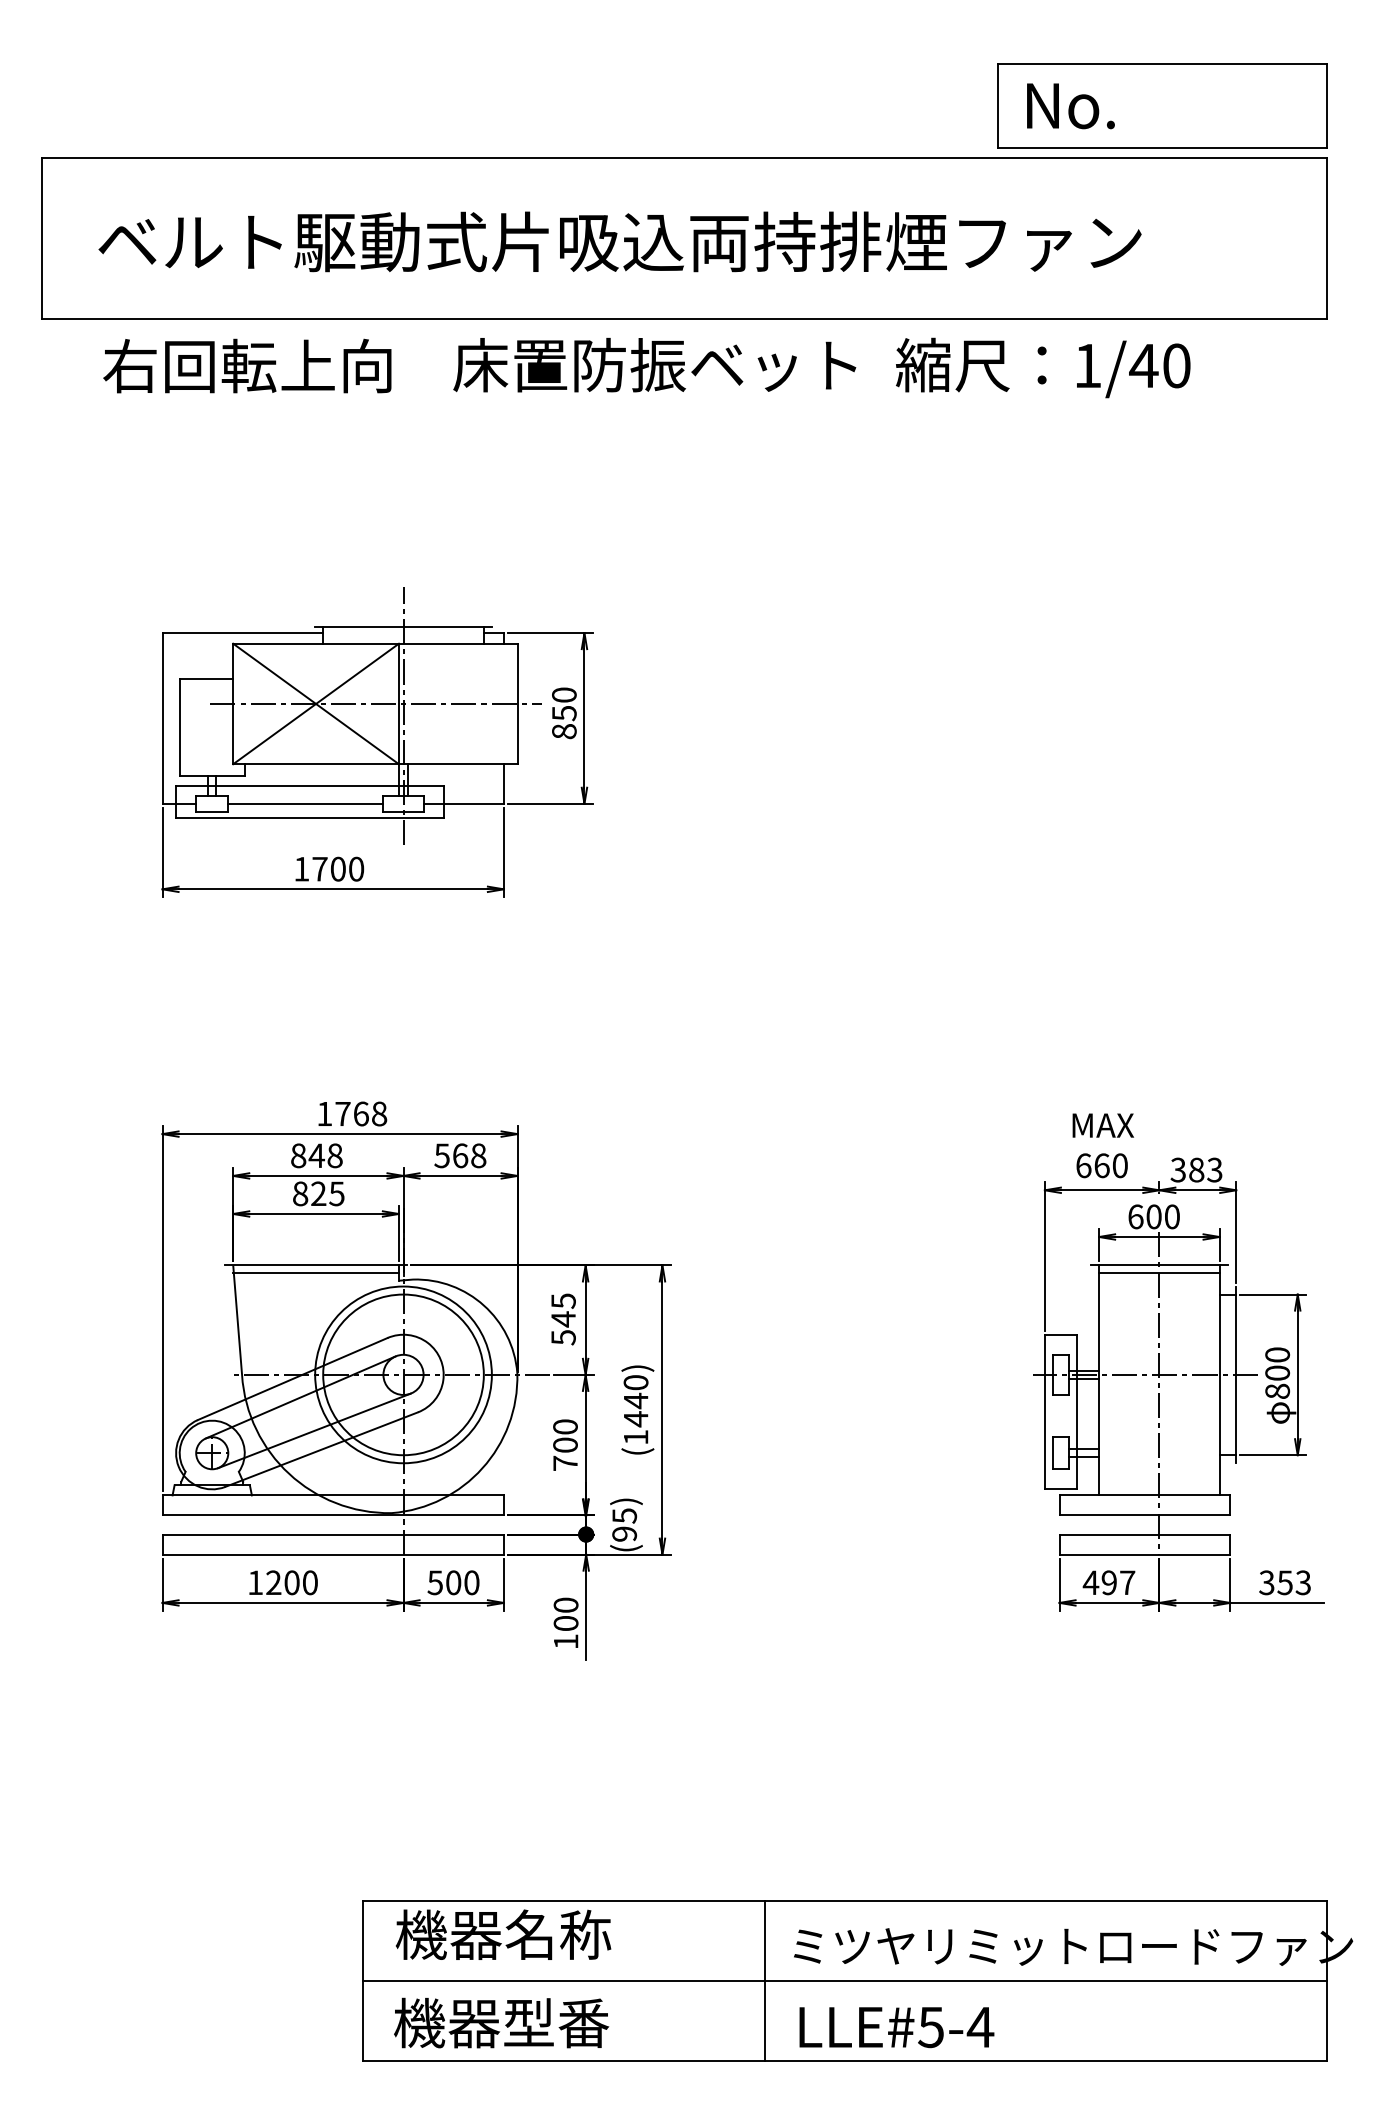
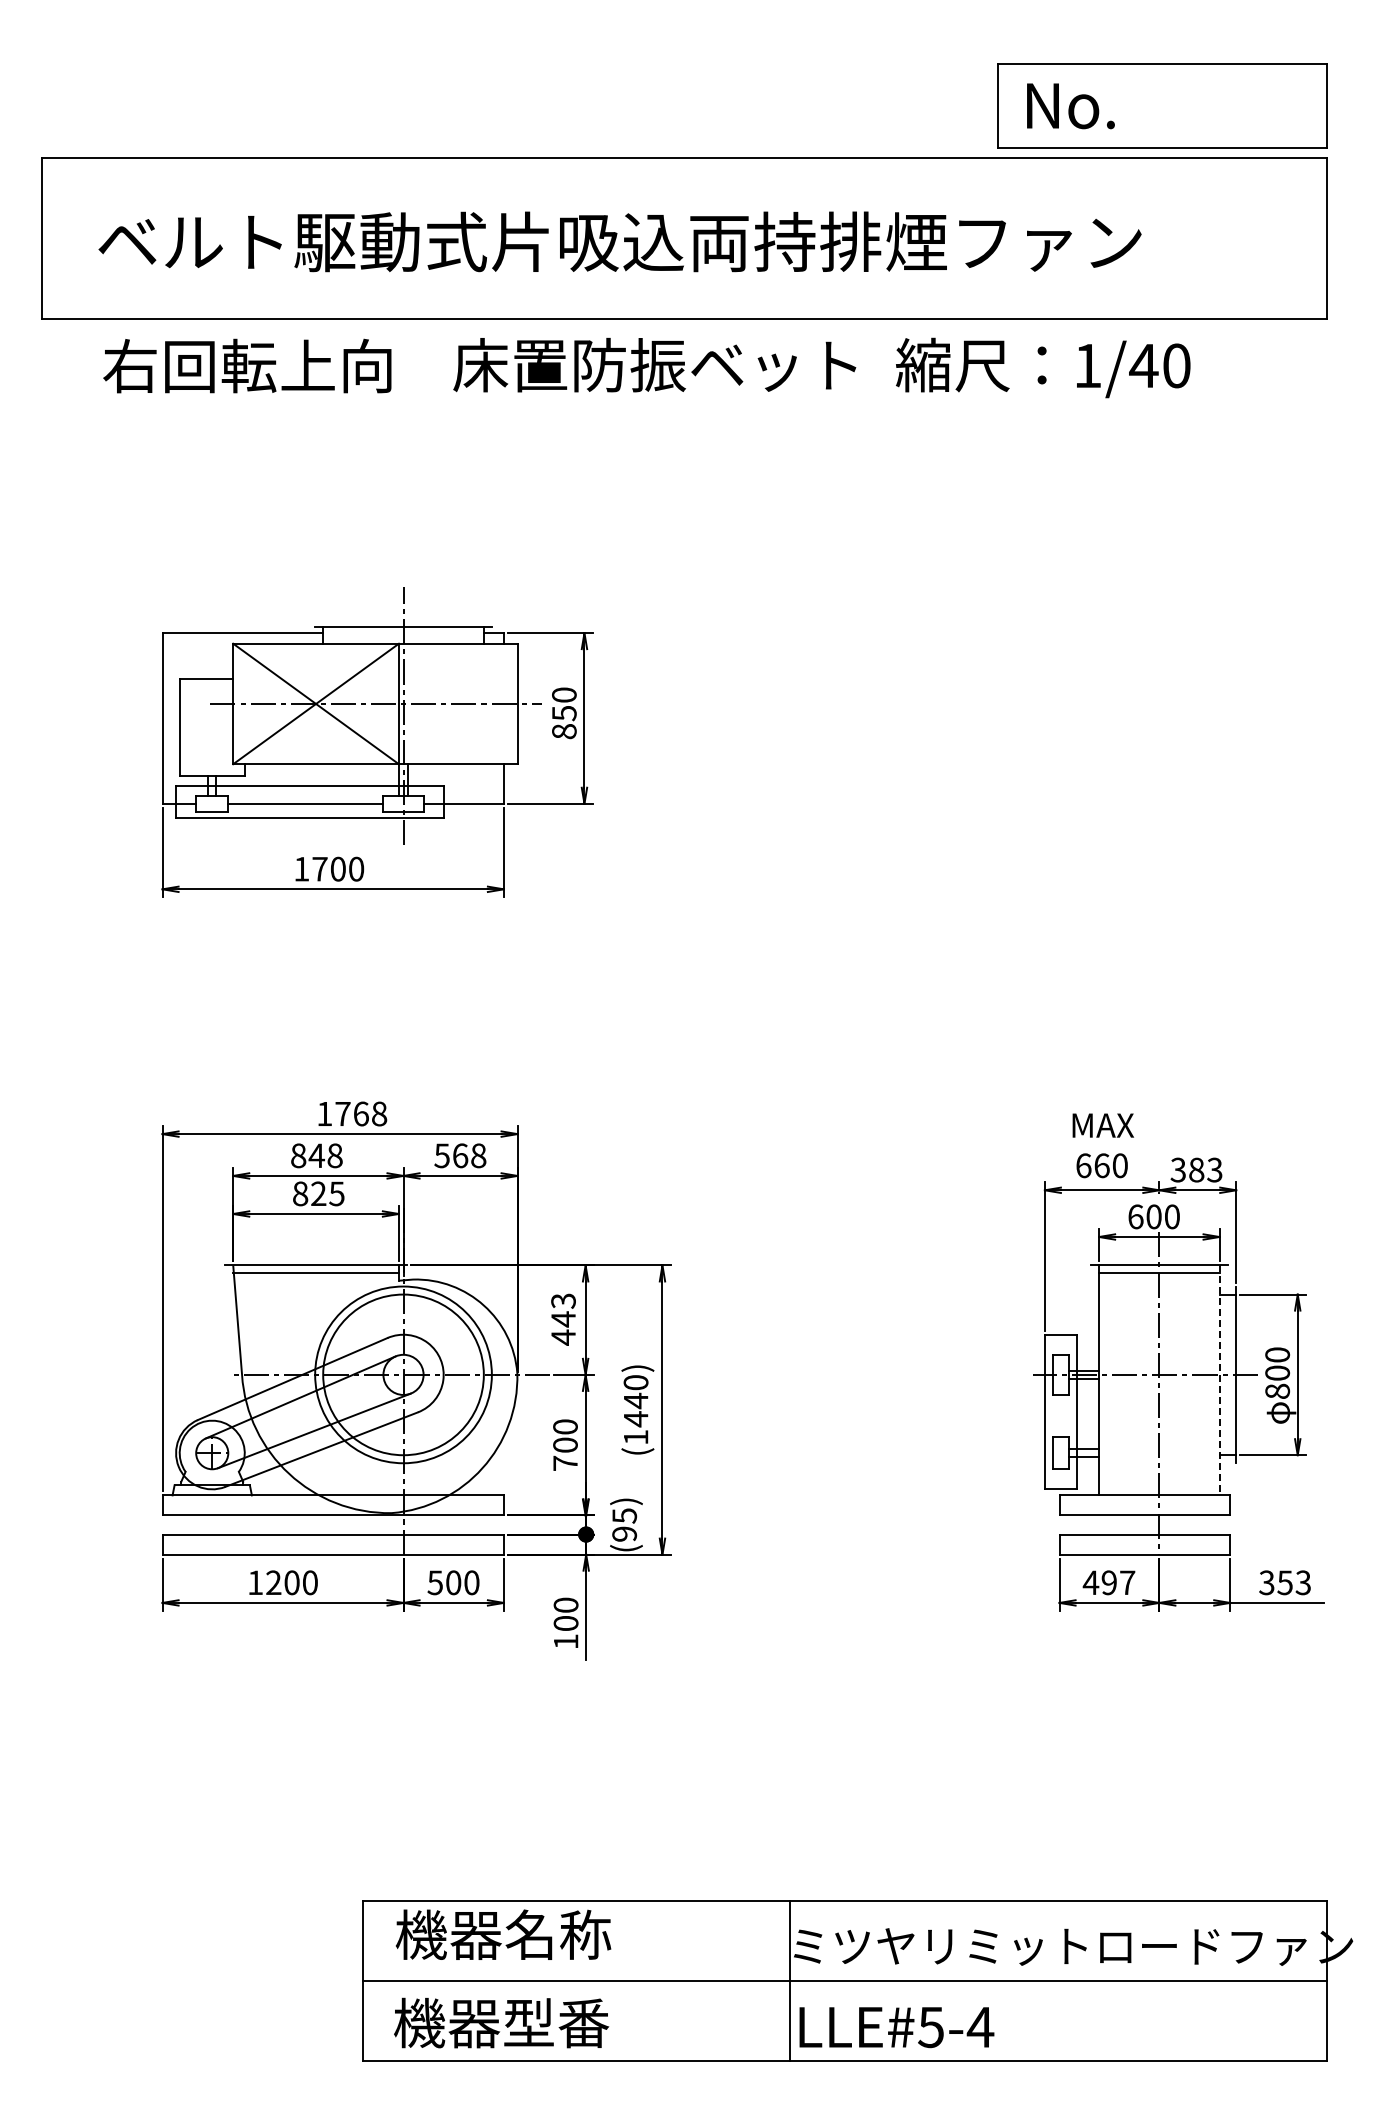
text at (563, 1319): 545 -> 443
line at (1219, 1380): solid -> dashed
line at (764, 1980) position: (764, 1980) -> (789, 1980)
